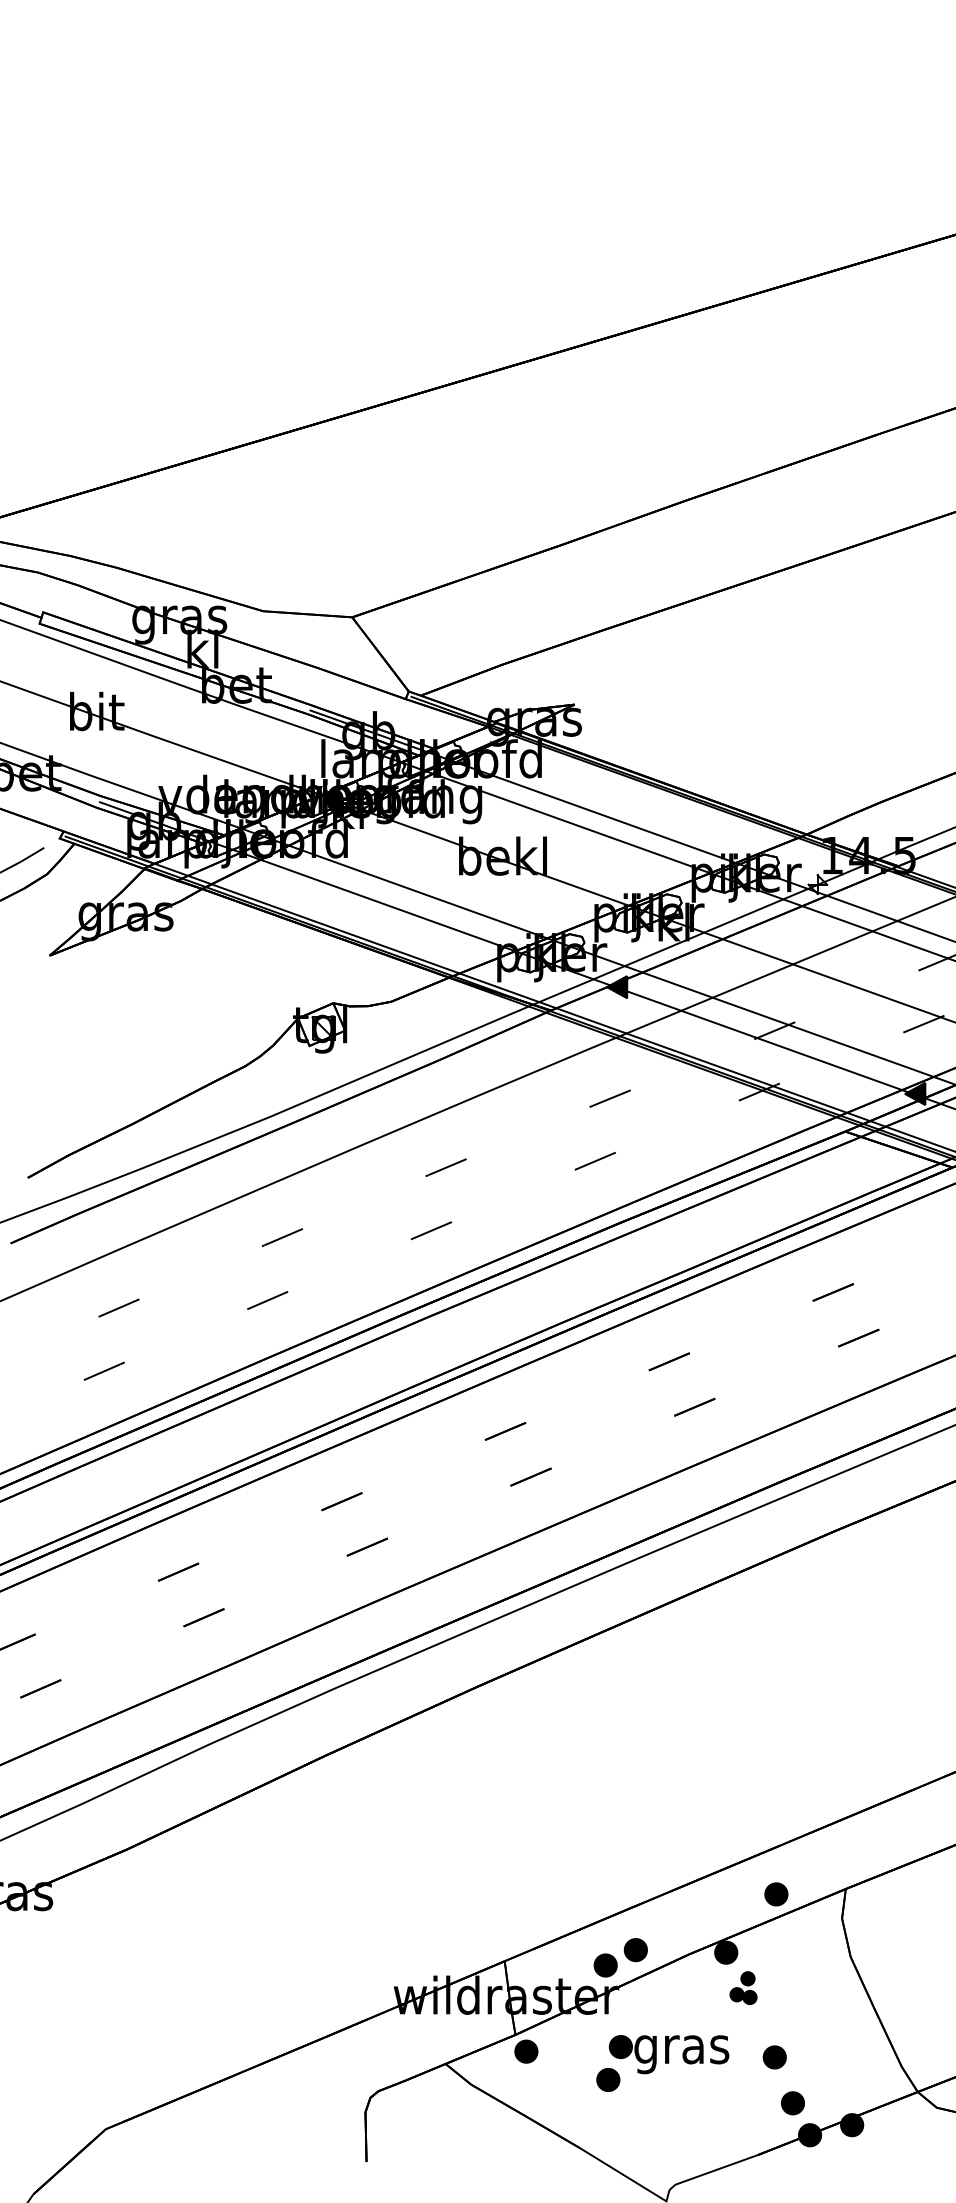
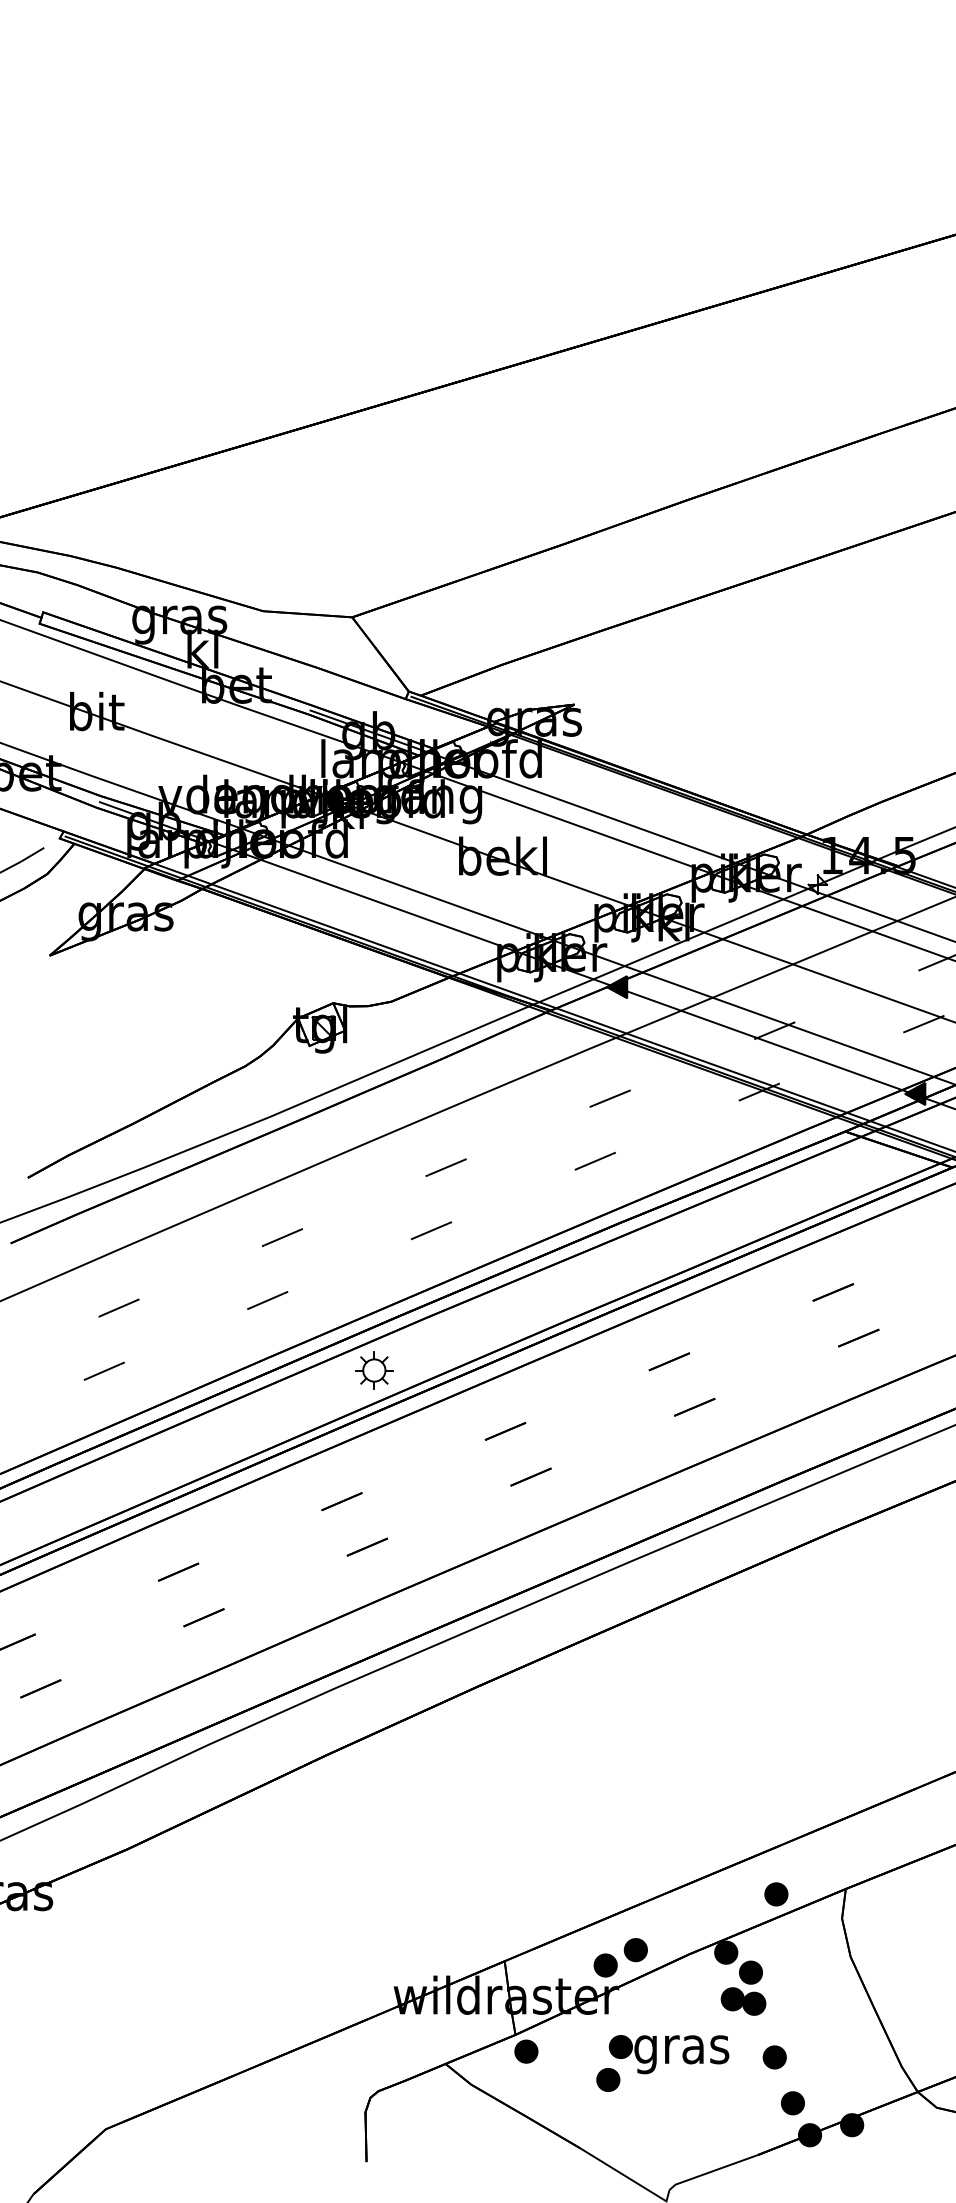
part at (374, 1370): none -> present
part at (743, 1987) size: 29x34 px -> 47x56 px
